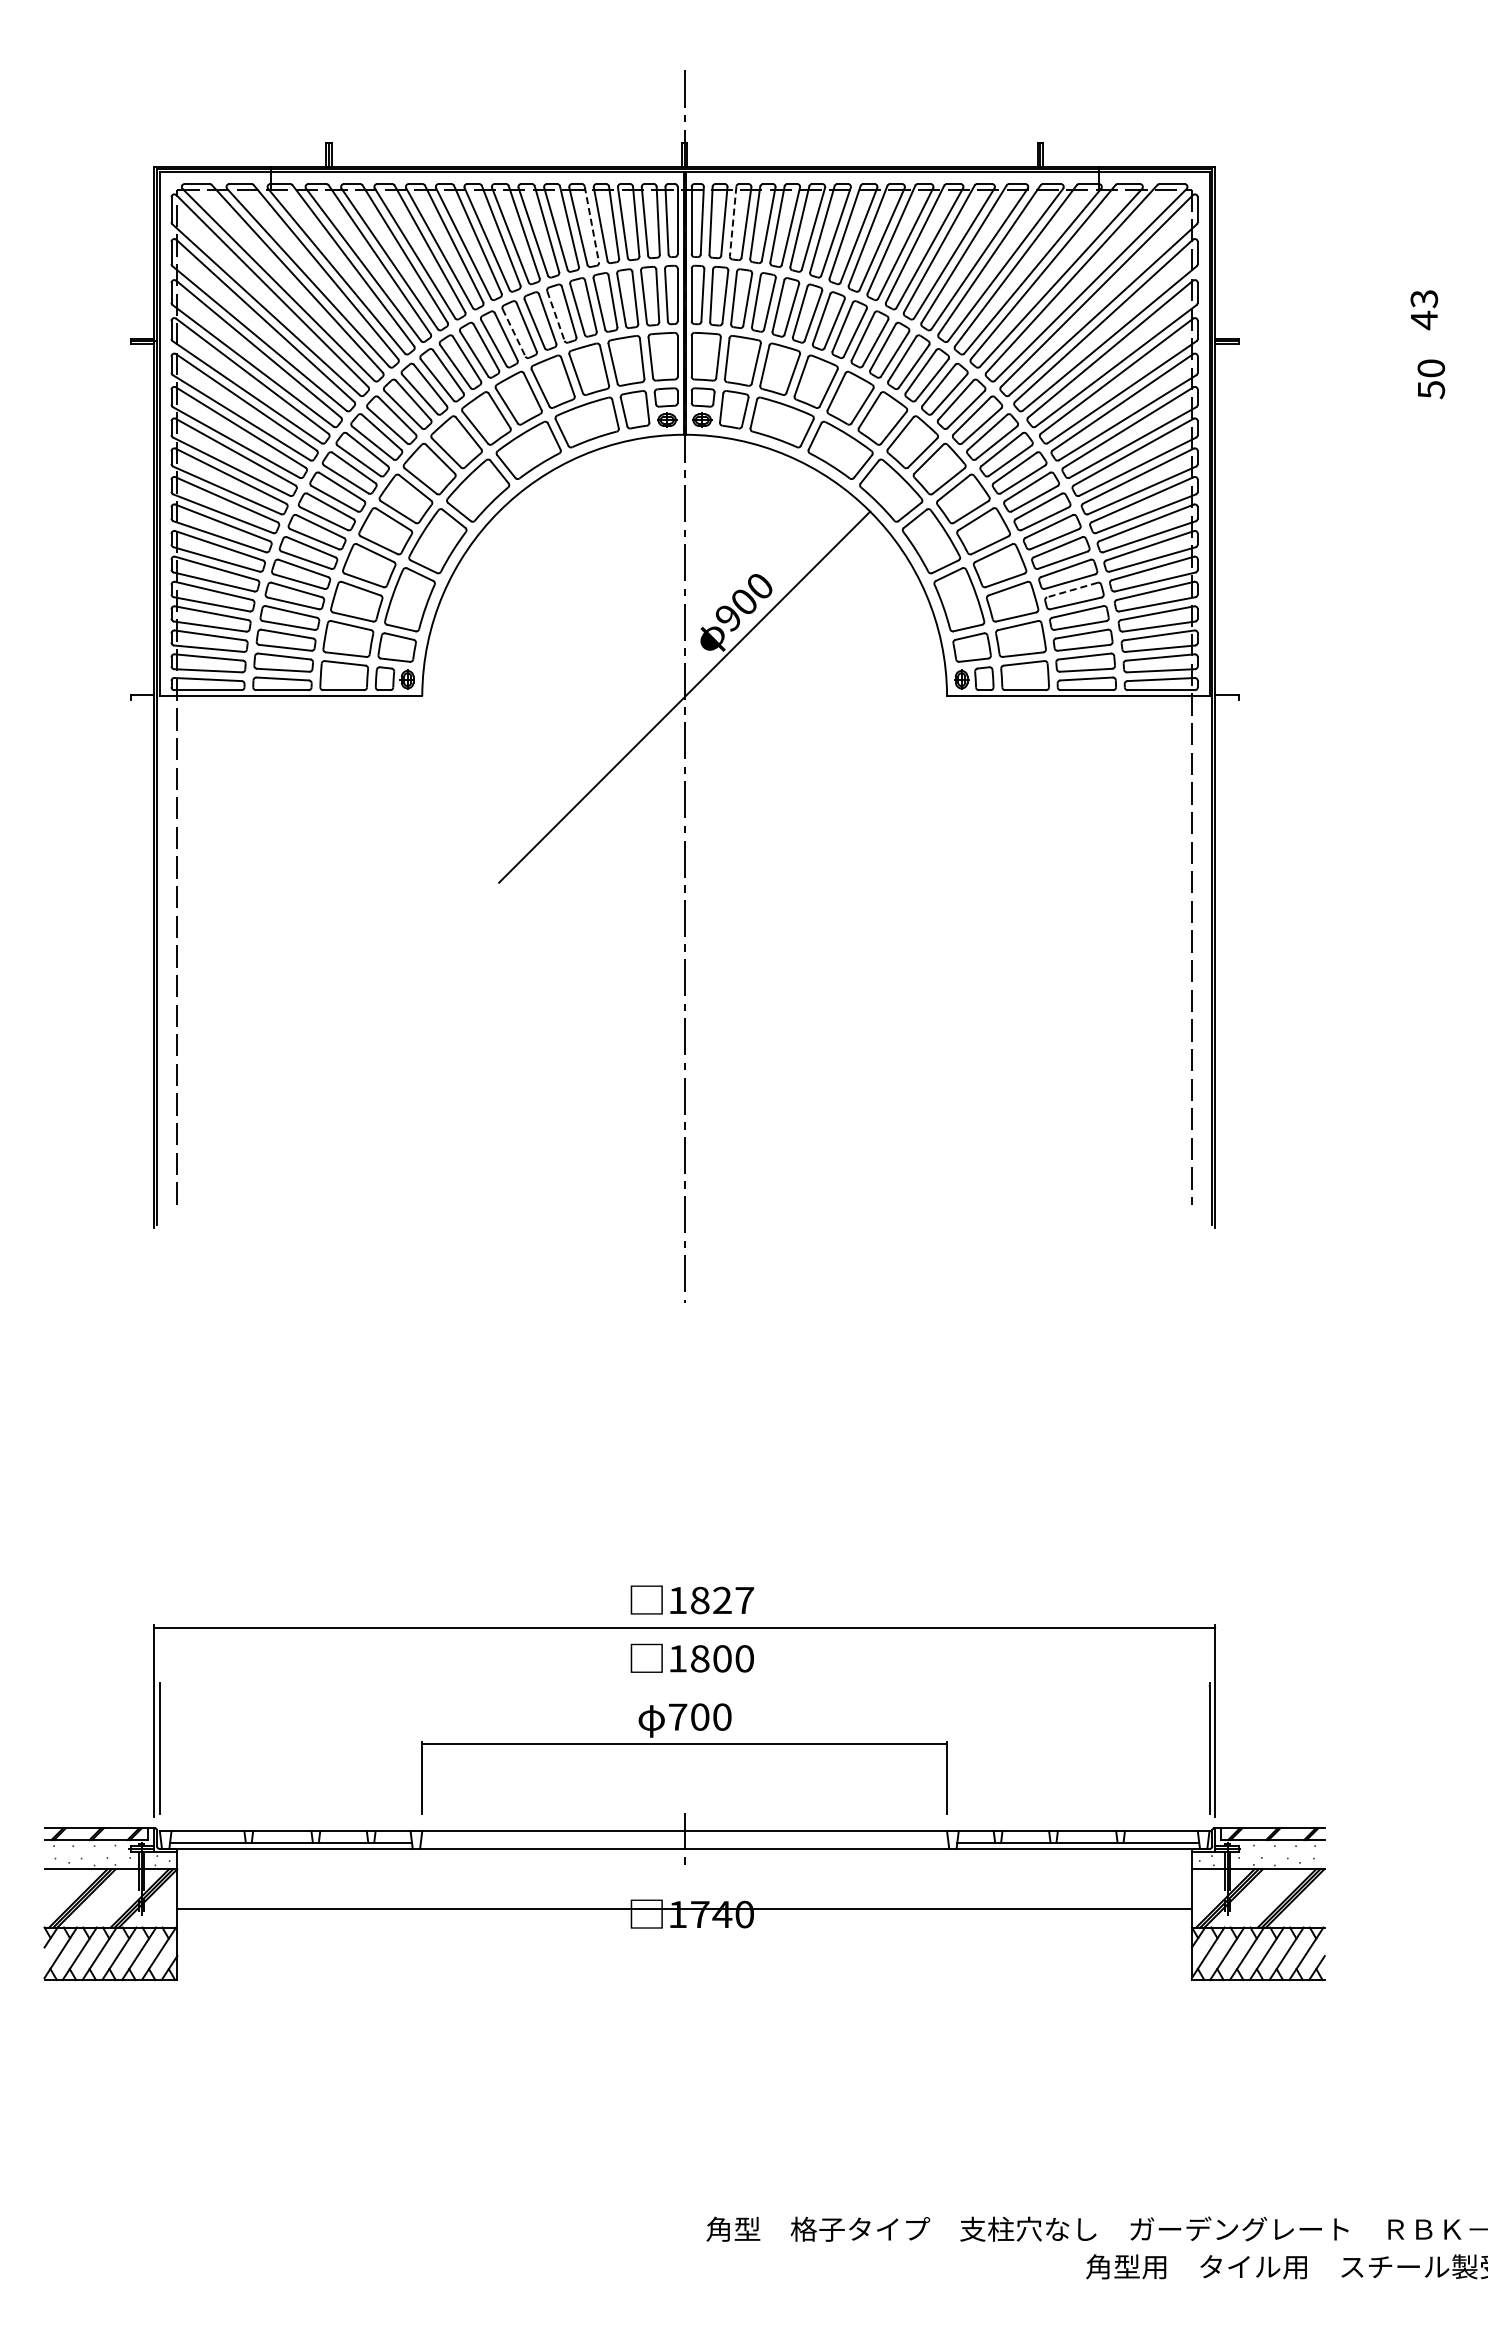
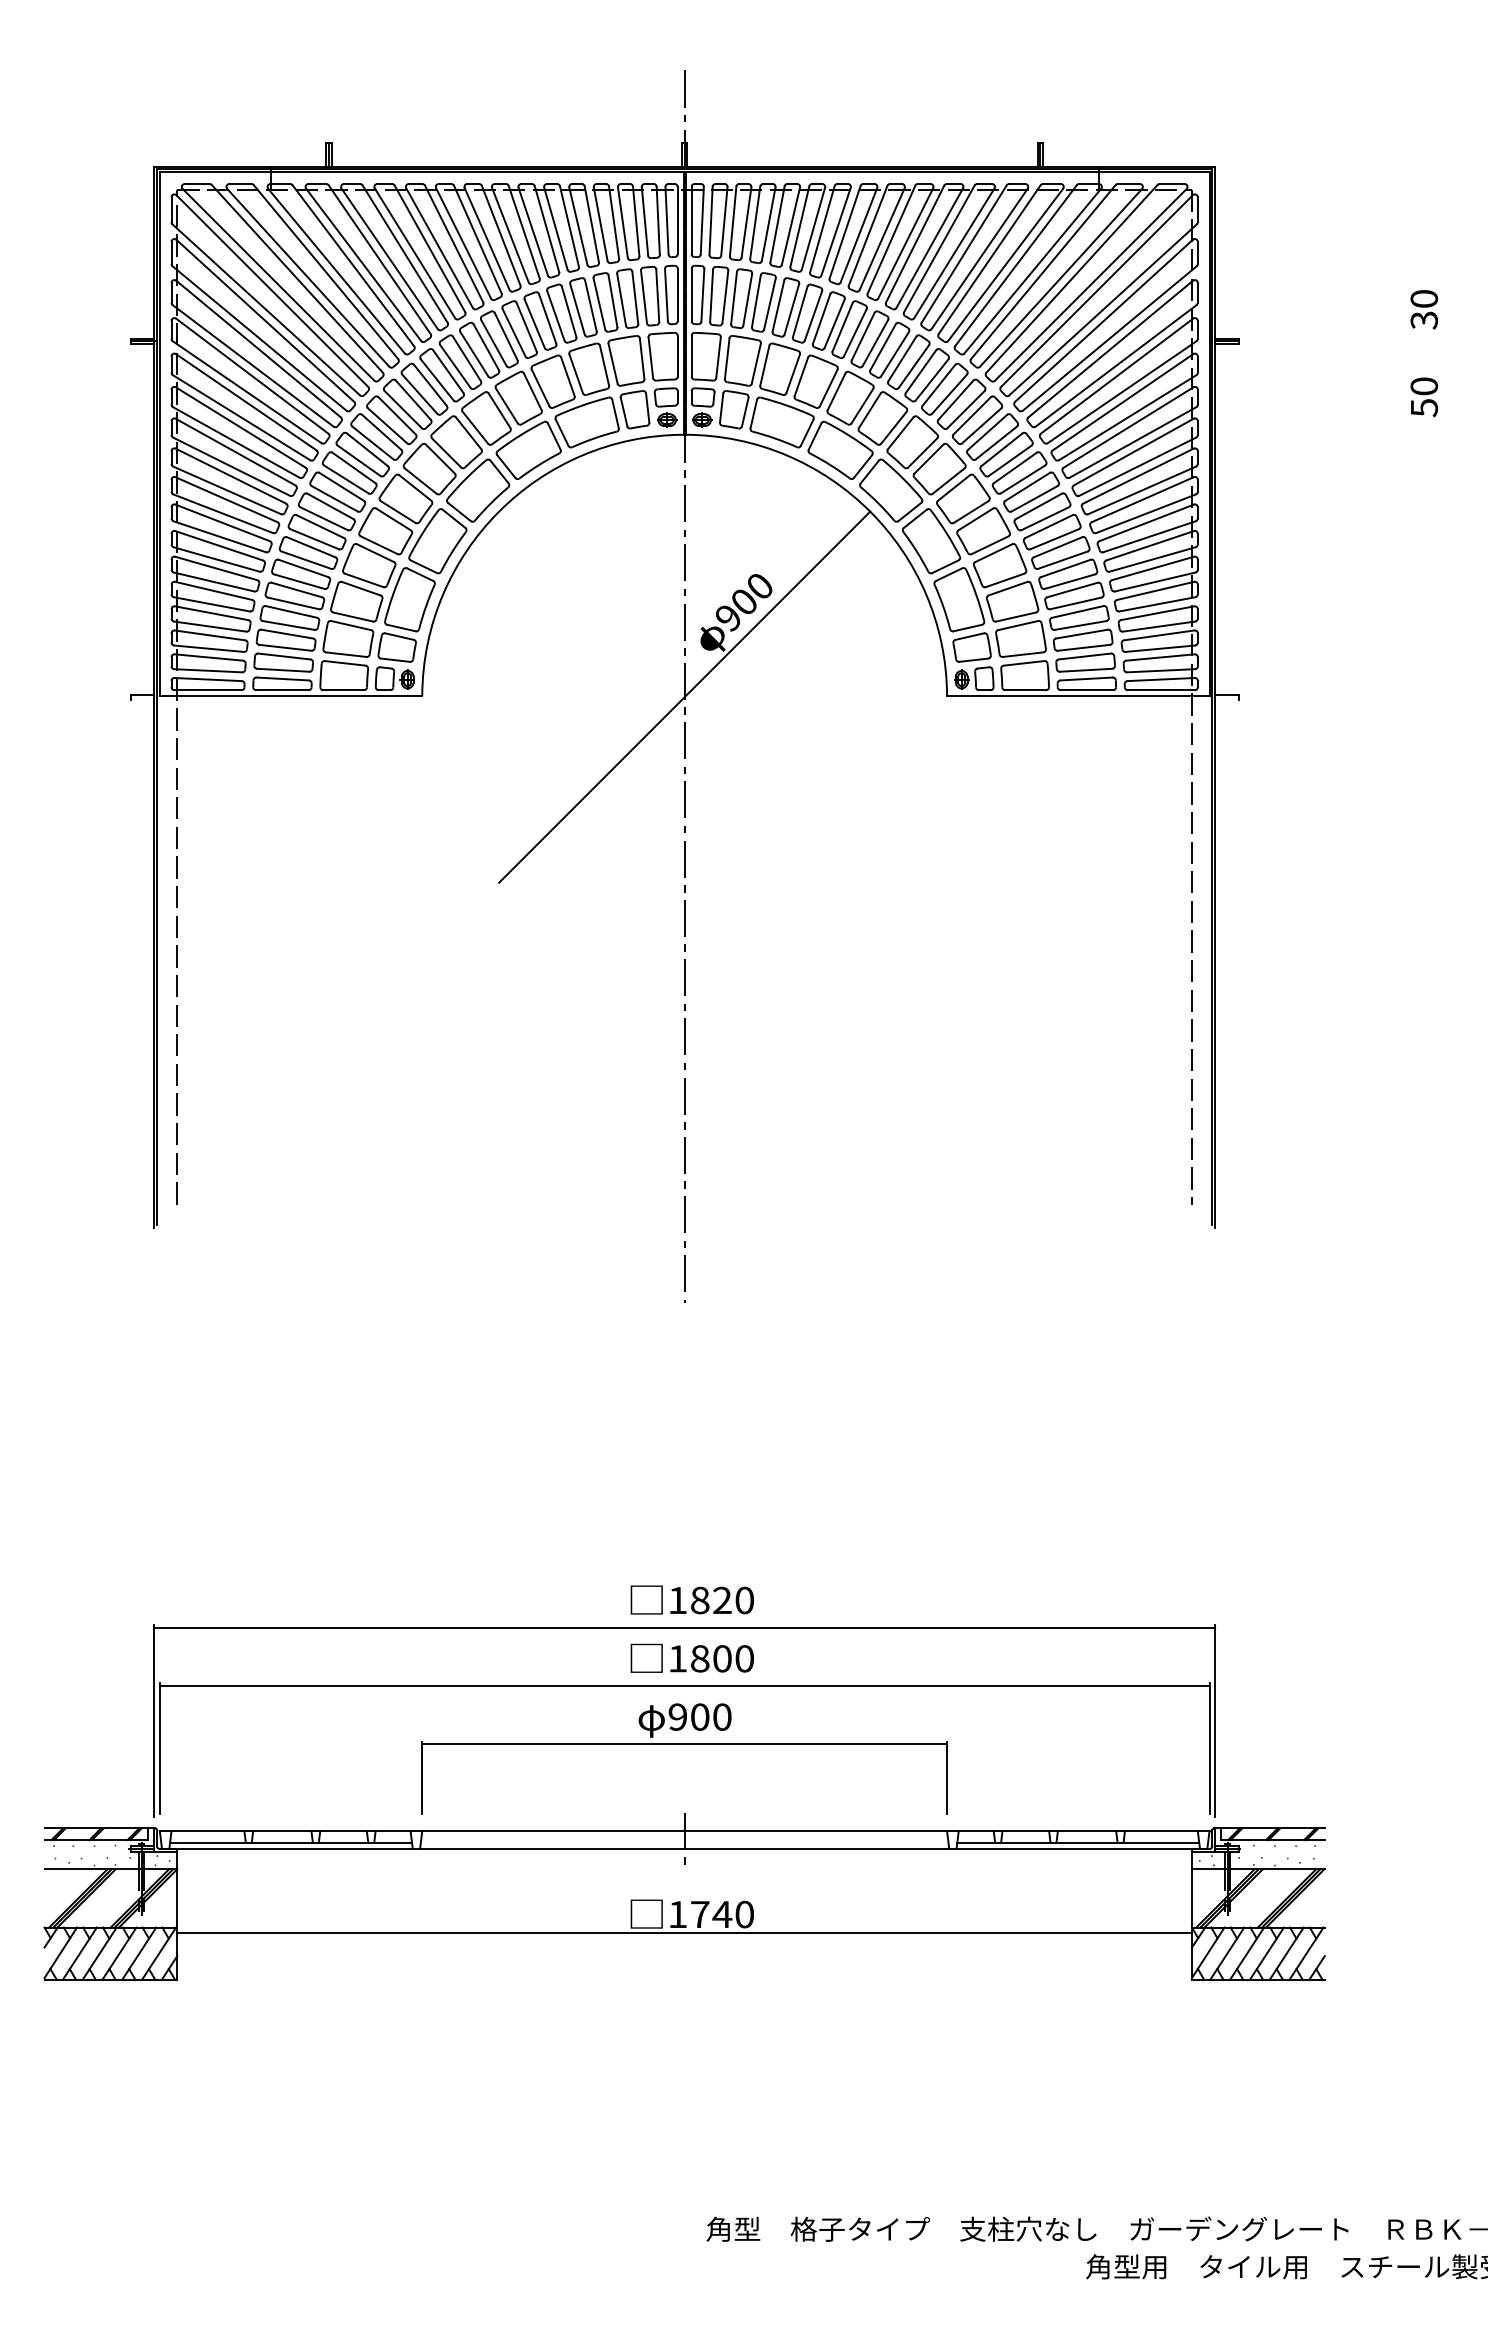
line at (733, 221): dashed -> solid
line at (591, 224): dashed -> solid
text at (1424, 310): 43 -> 30
line at (556, 316): dashed -> solid
line at (514, 333): dashed -> solid
text at (1431, 379) position: (1431, 379) -> (1424, 397)
line at (1072, 590): dashed -> solid
text at (744, 1600): 1827 -> 1820
line at (684, 1685): none -> present
text at (677, 1716): 700 -> 900
line at (684, 1908) position: (684, 1908) -> (684, 1932)
